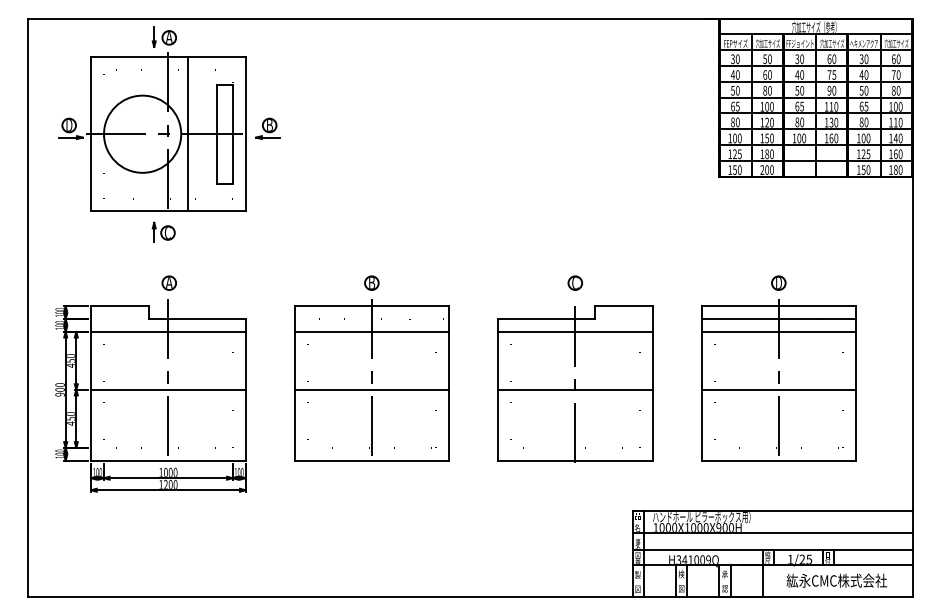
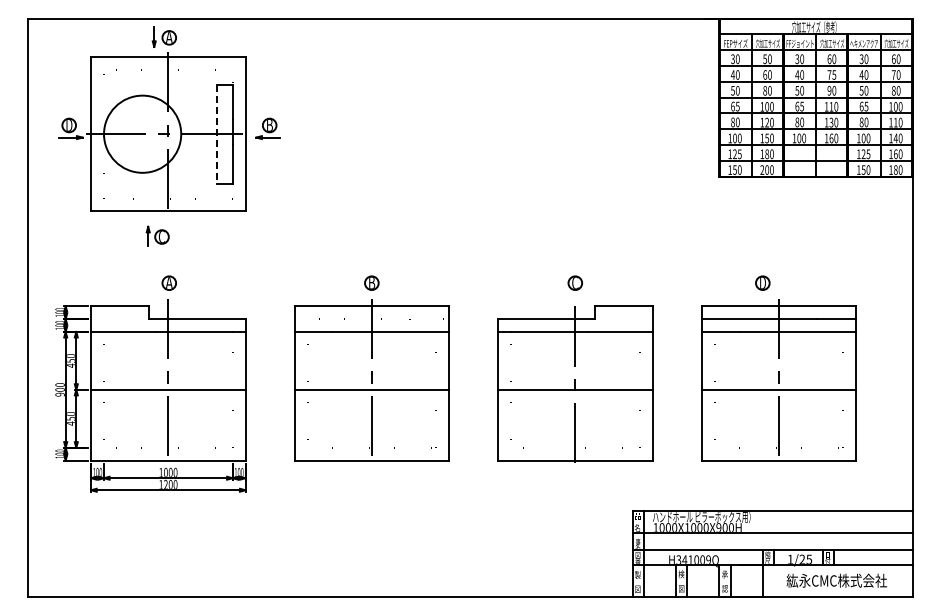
line at (187, 134): present -> none
line at (217, 134): solid -> dashed
part at (163, 231) position: (163, 231) -> (157, 235)
part at (778, 282) position: (778, 282) -> (762, 282)
